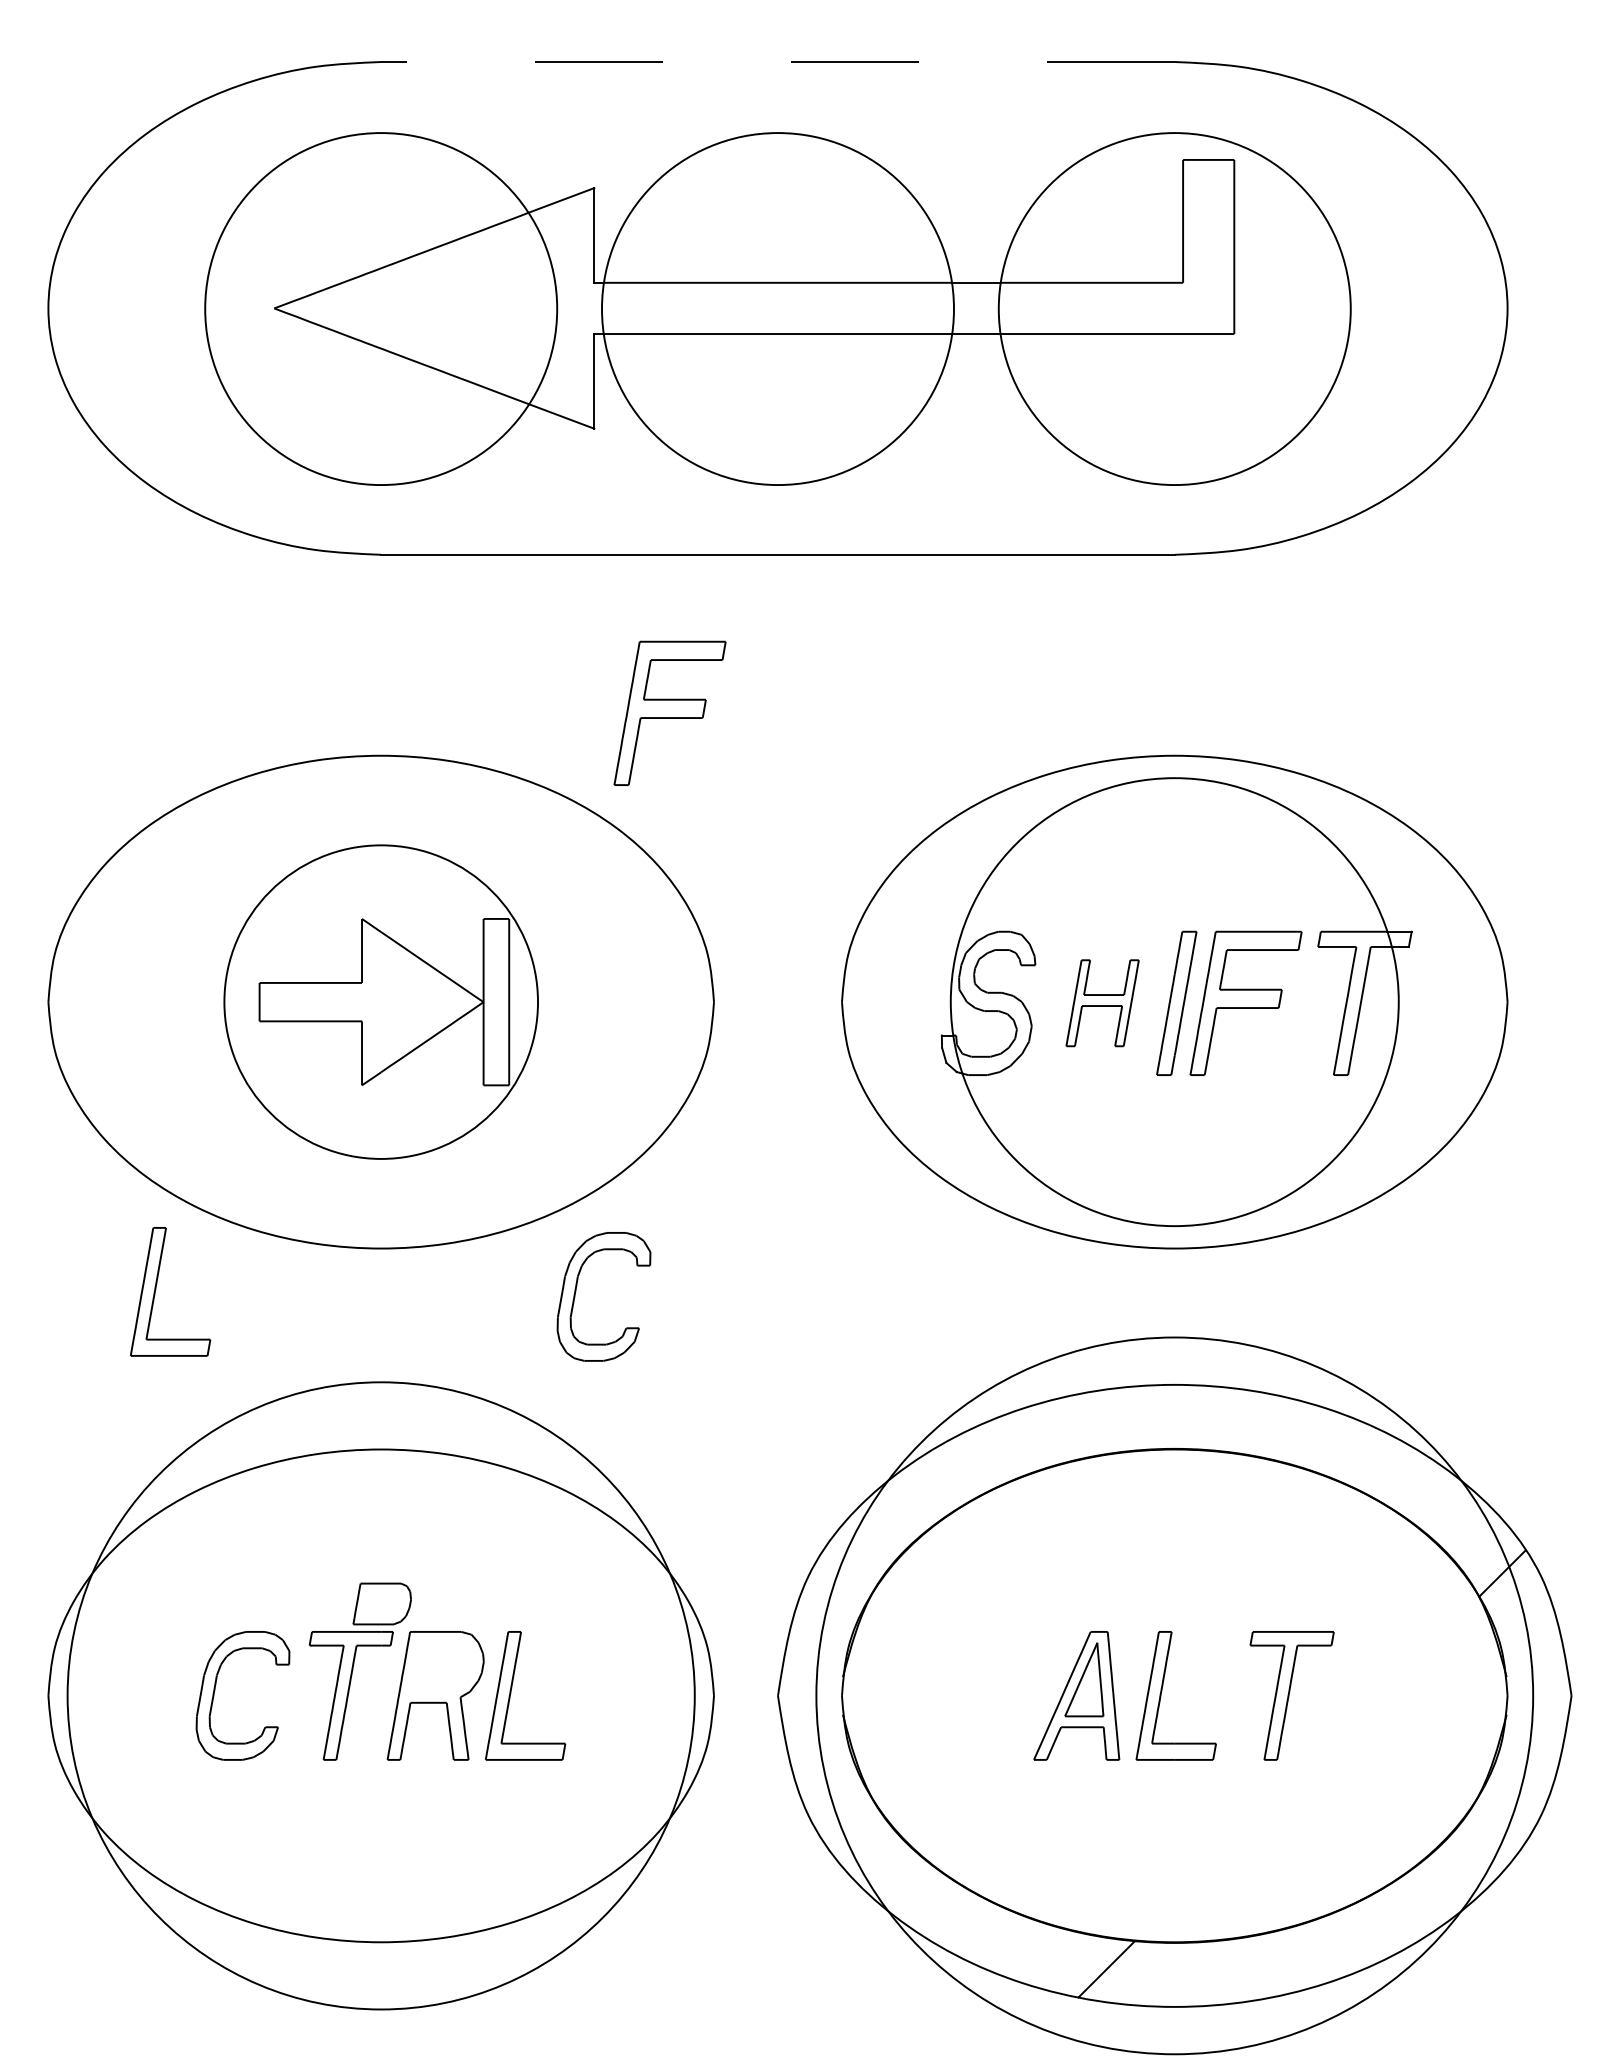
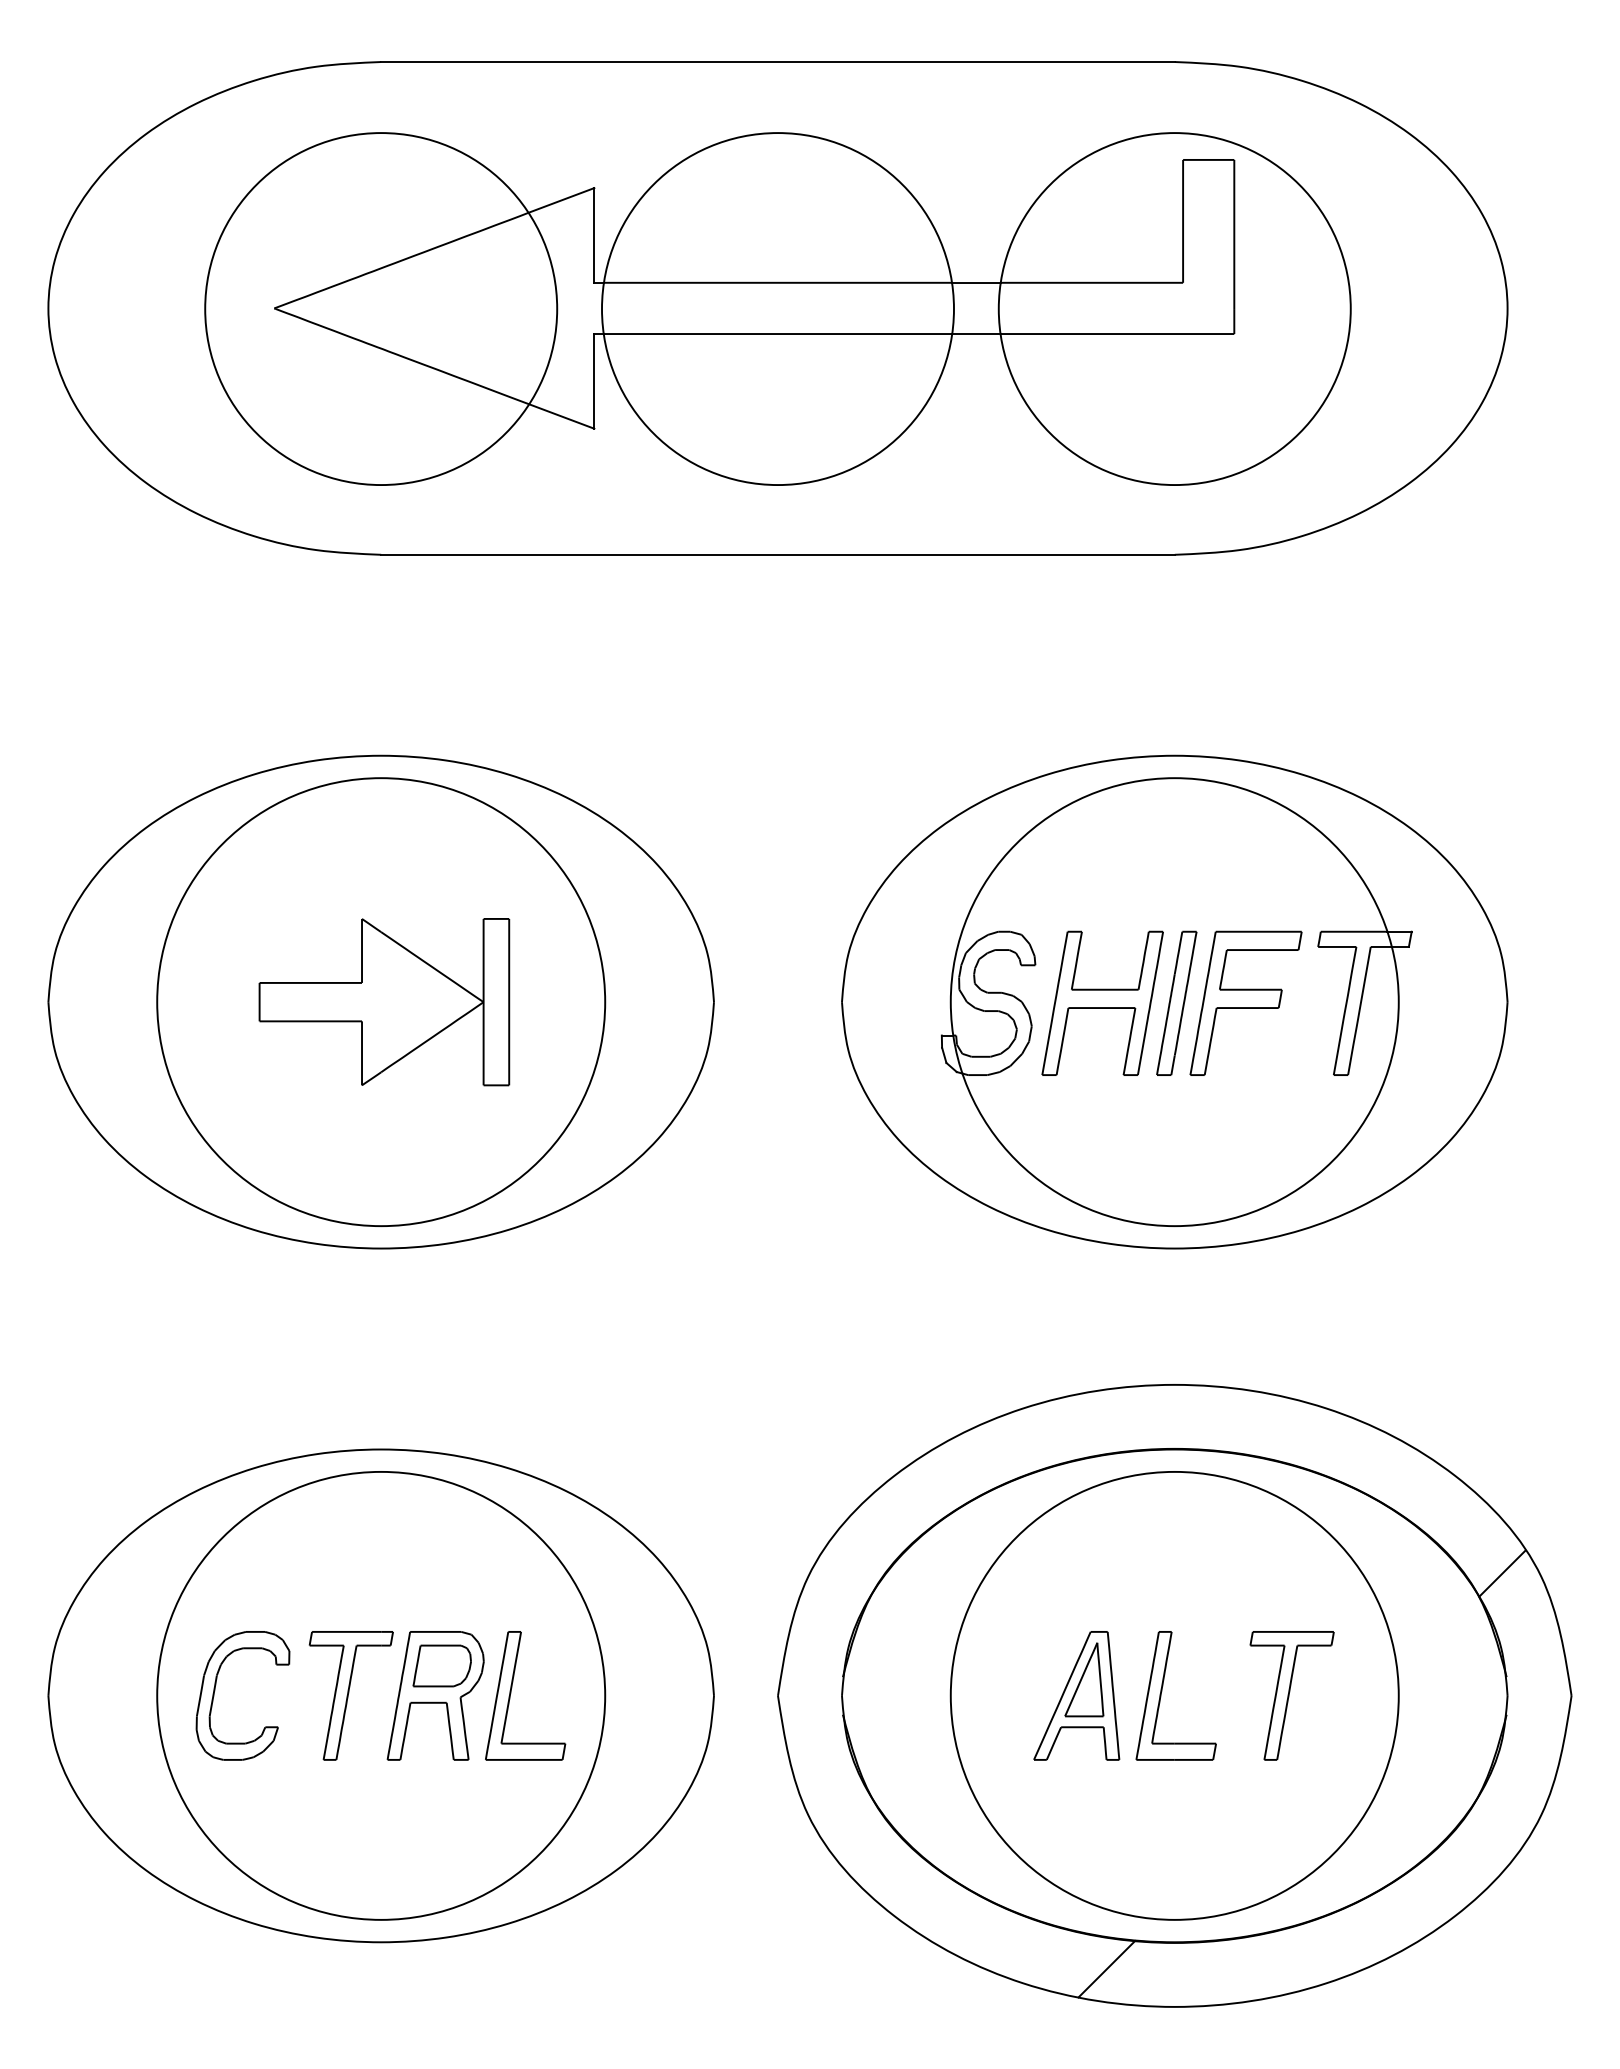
line at (777, 62): dashed -> solid
part at (669, 712): present -> none
circle at (381, 1001) diameter: 314 px -> 448 px
part at (1102, 1003) size: 75x89 px -> 123x146 px
part at (156, 1289): present -> none
part at (576, 1291): present -> none
part at (381, 1603) position: (381, 1603) -> (441, 1665)
circle at (380, 1695) diameter: 627 px -> 448 px
circle at (1174, 1695) diameter: 717 px -> 448 px
